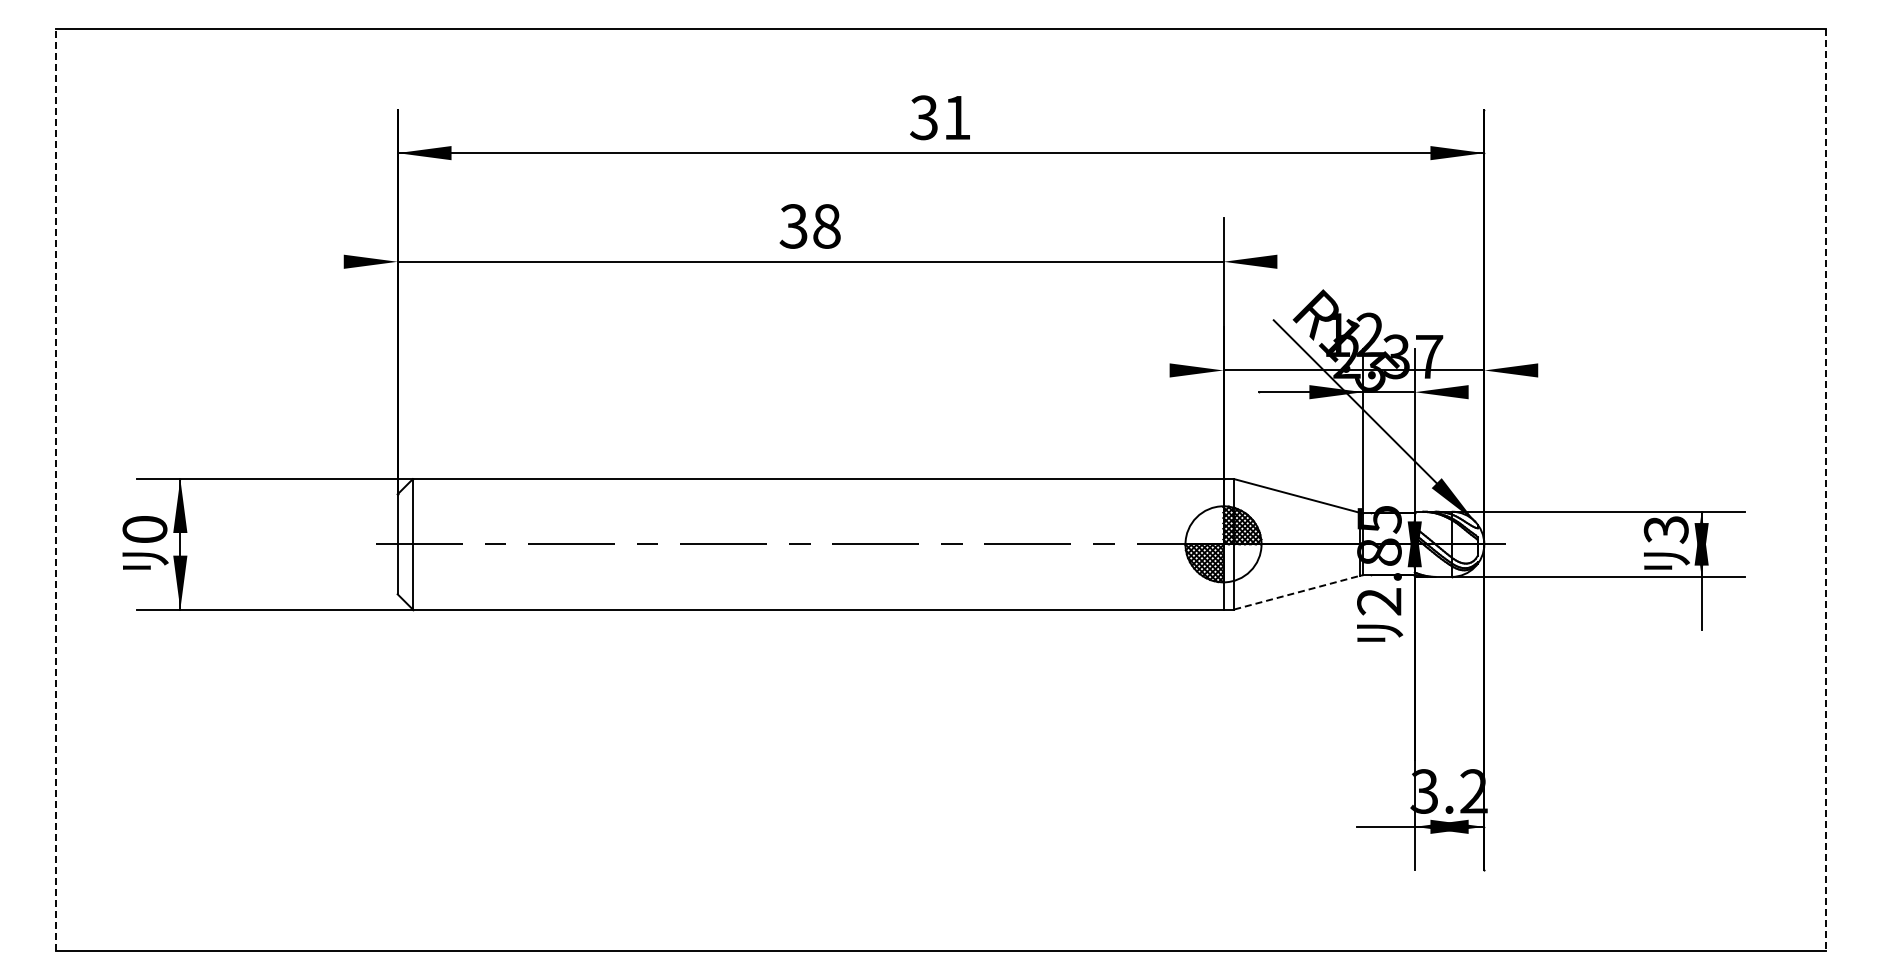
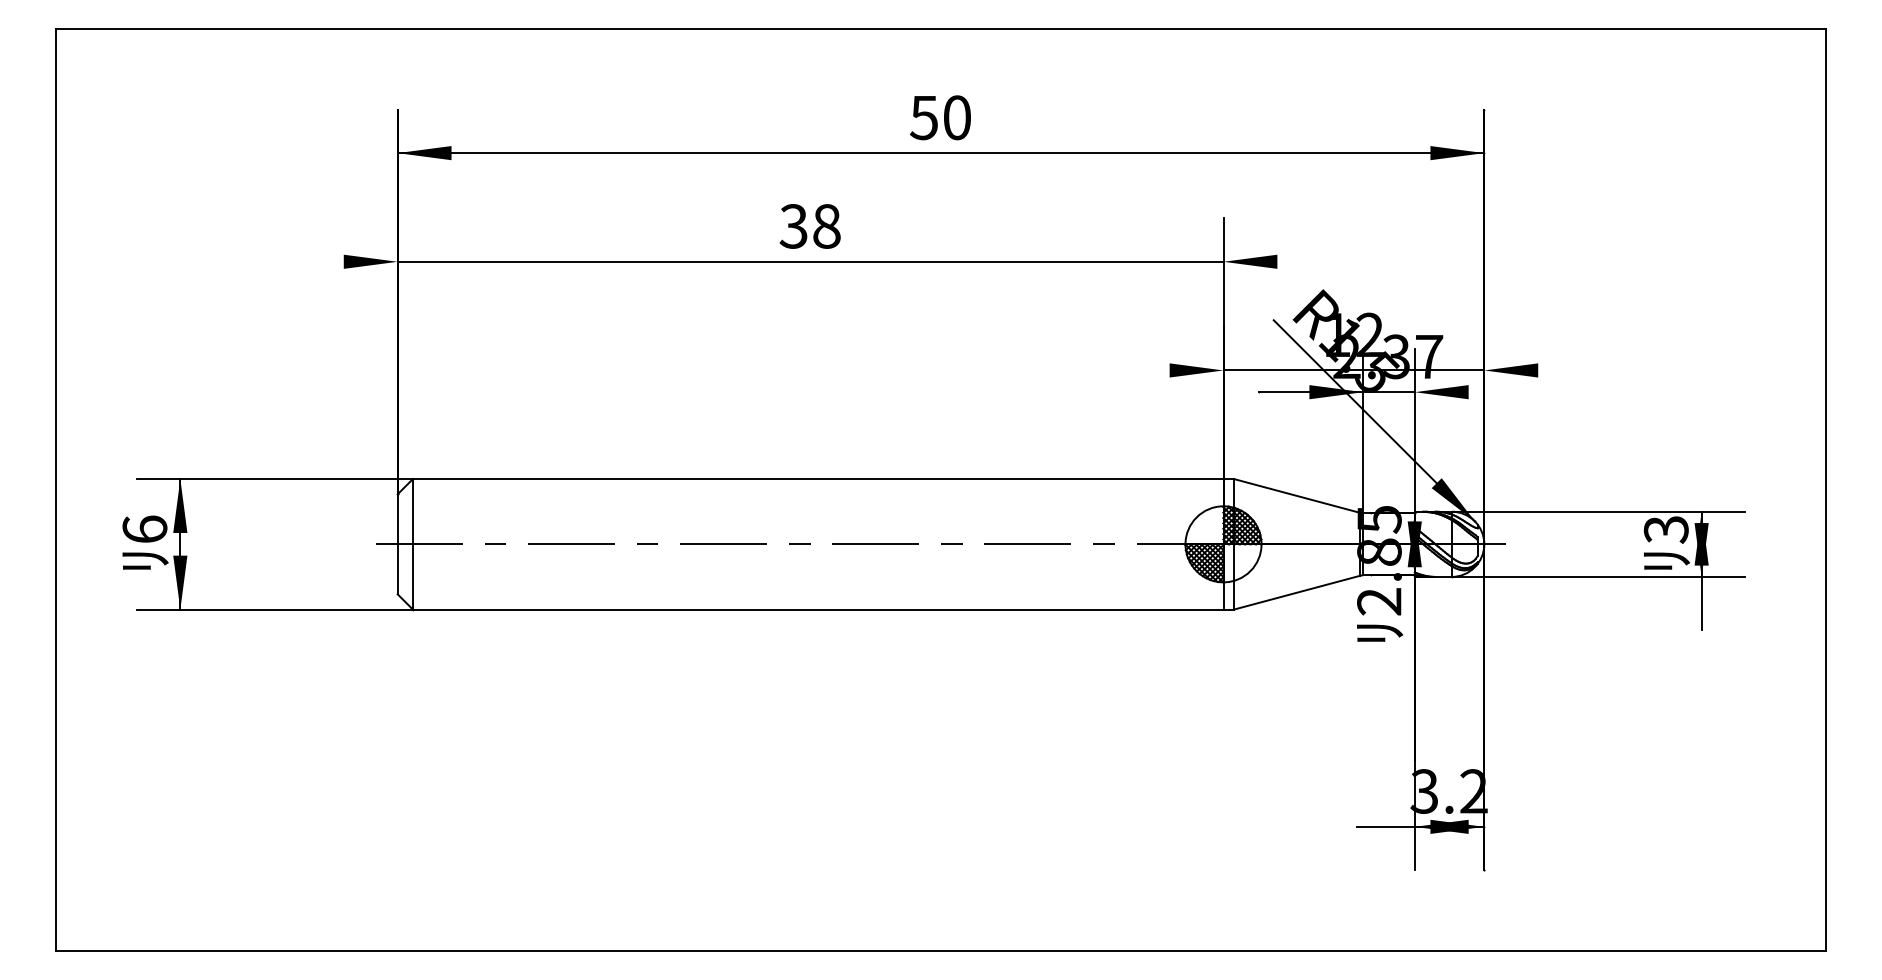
text at (940, 117): 31 -> 50
line at (56, 490): dashed -> solid
line at (1825, 490): dashed -> solid
text at (144, 528): 0 -> 6
line at (1296, 592): dashed -> solid
